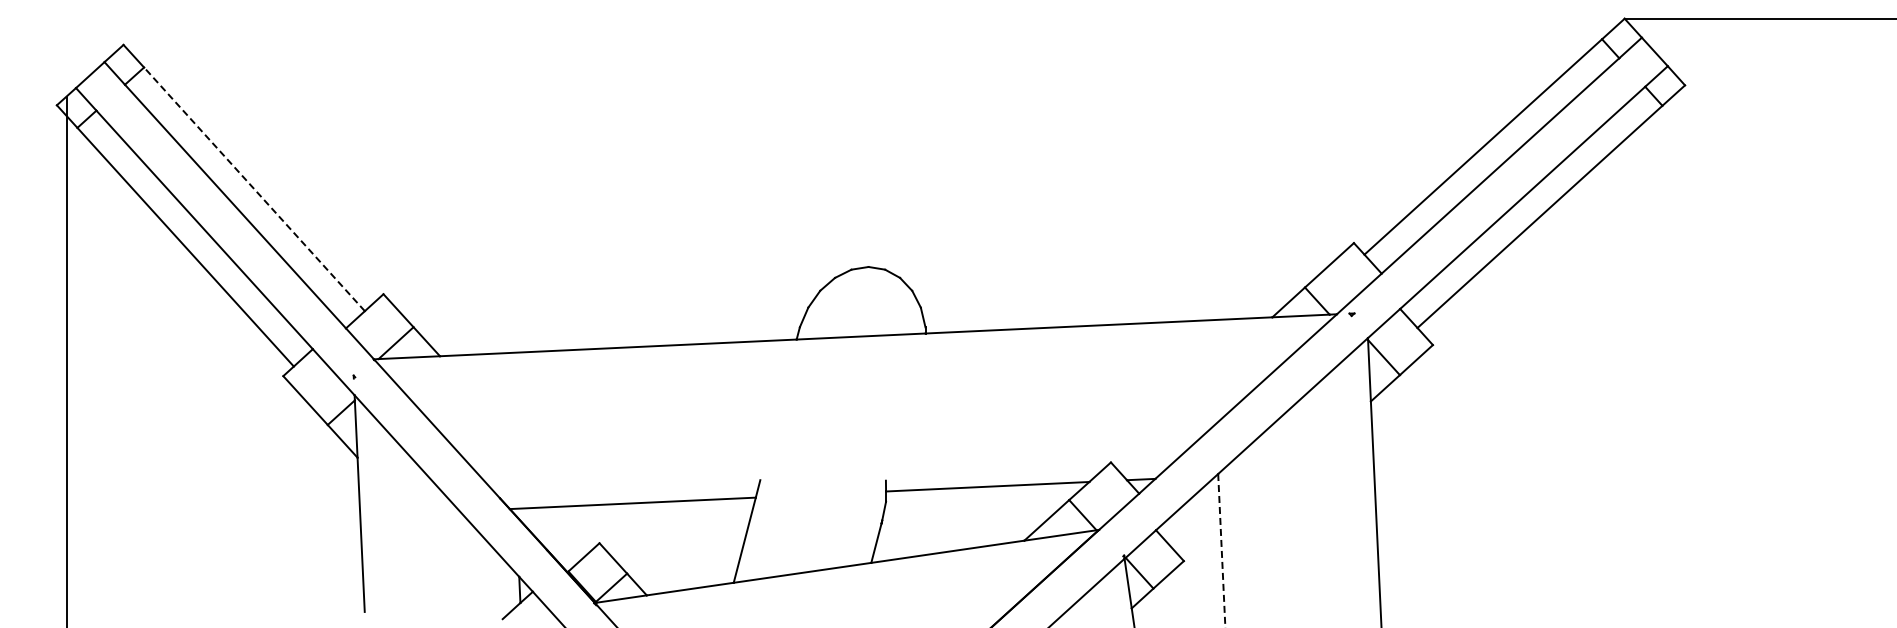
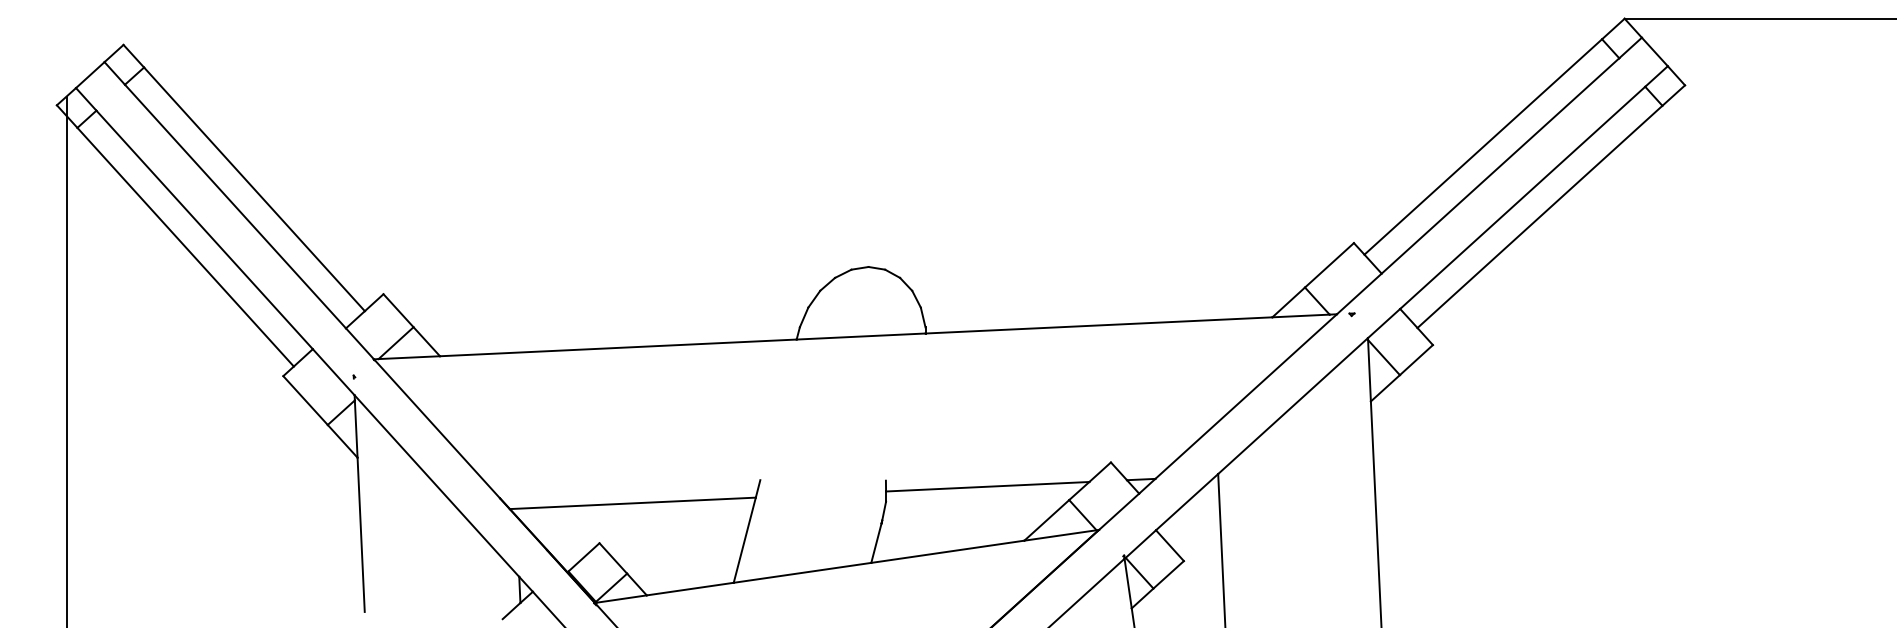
line at (254, 188): dashed -> solid
line at (1221, 550): dashed -> solid
